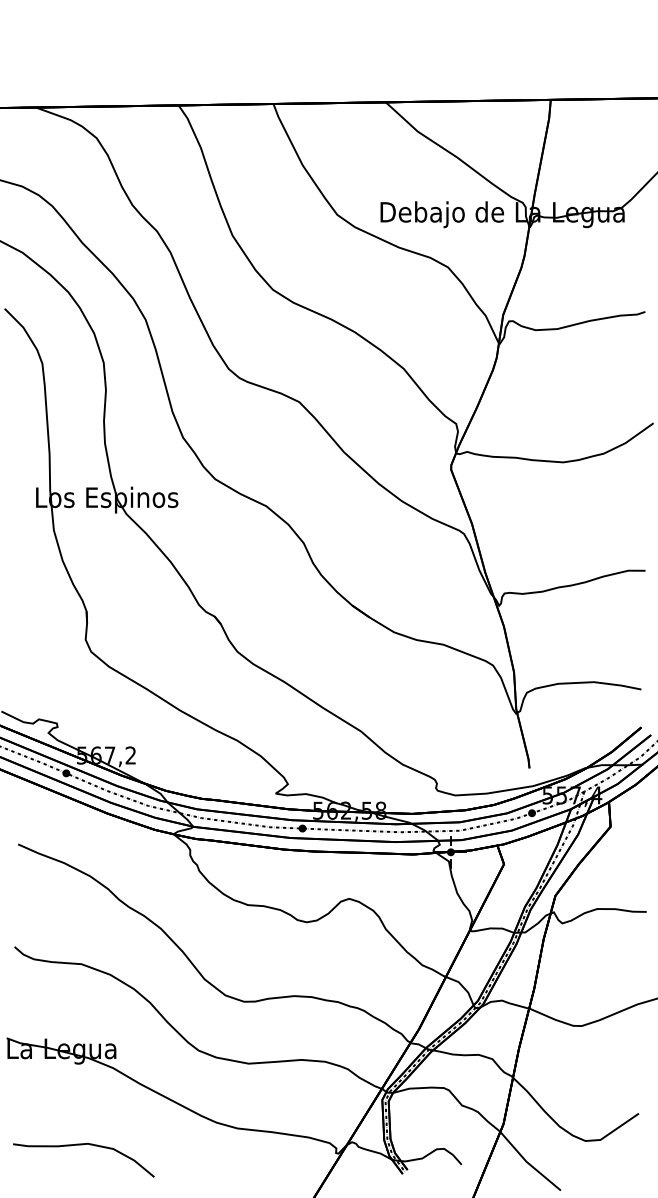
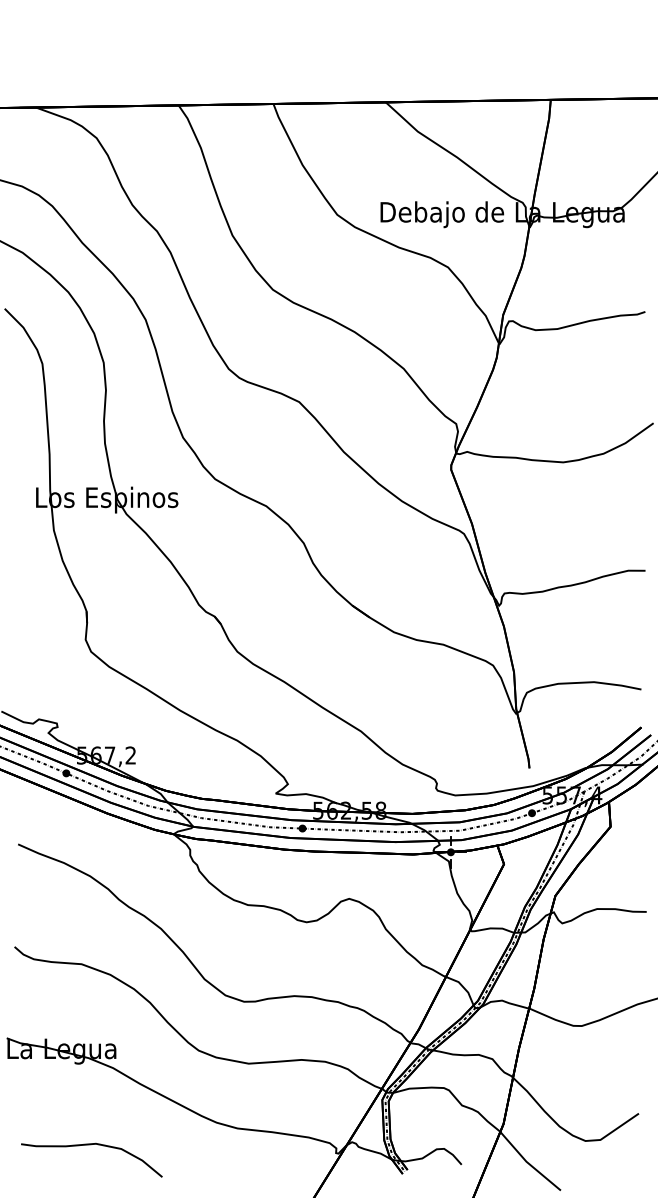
curve at (83, 1145) position: (83, 1145) -> (91, 1145)
